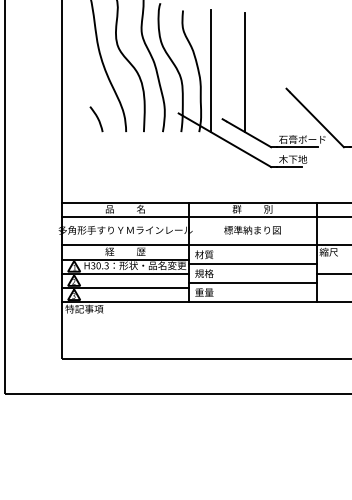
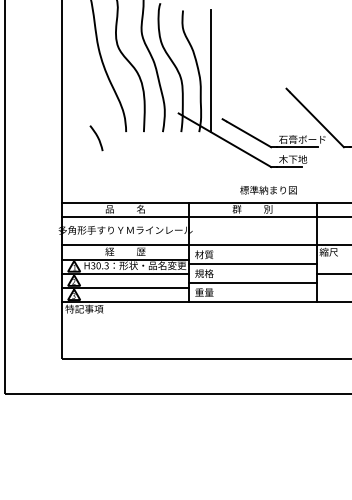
line at (245, 72): present -> none
curve at (97, 119) position: (97, 119) -> (97, 138)
text at (252, 230) position: (252, 230) -> (268, 190)
